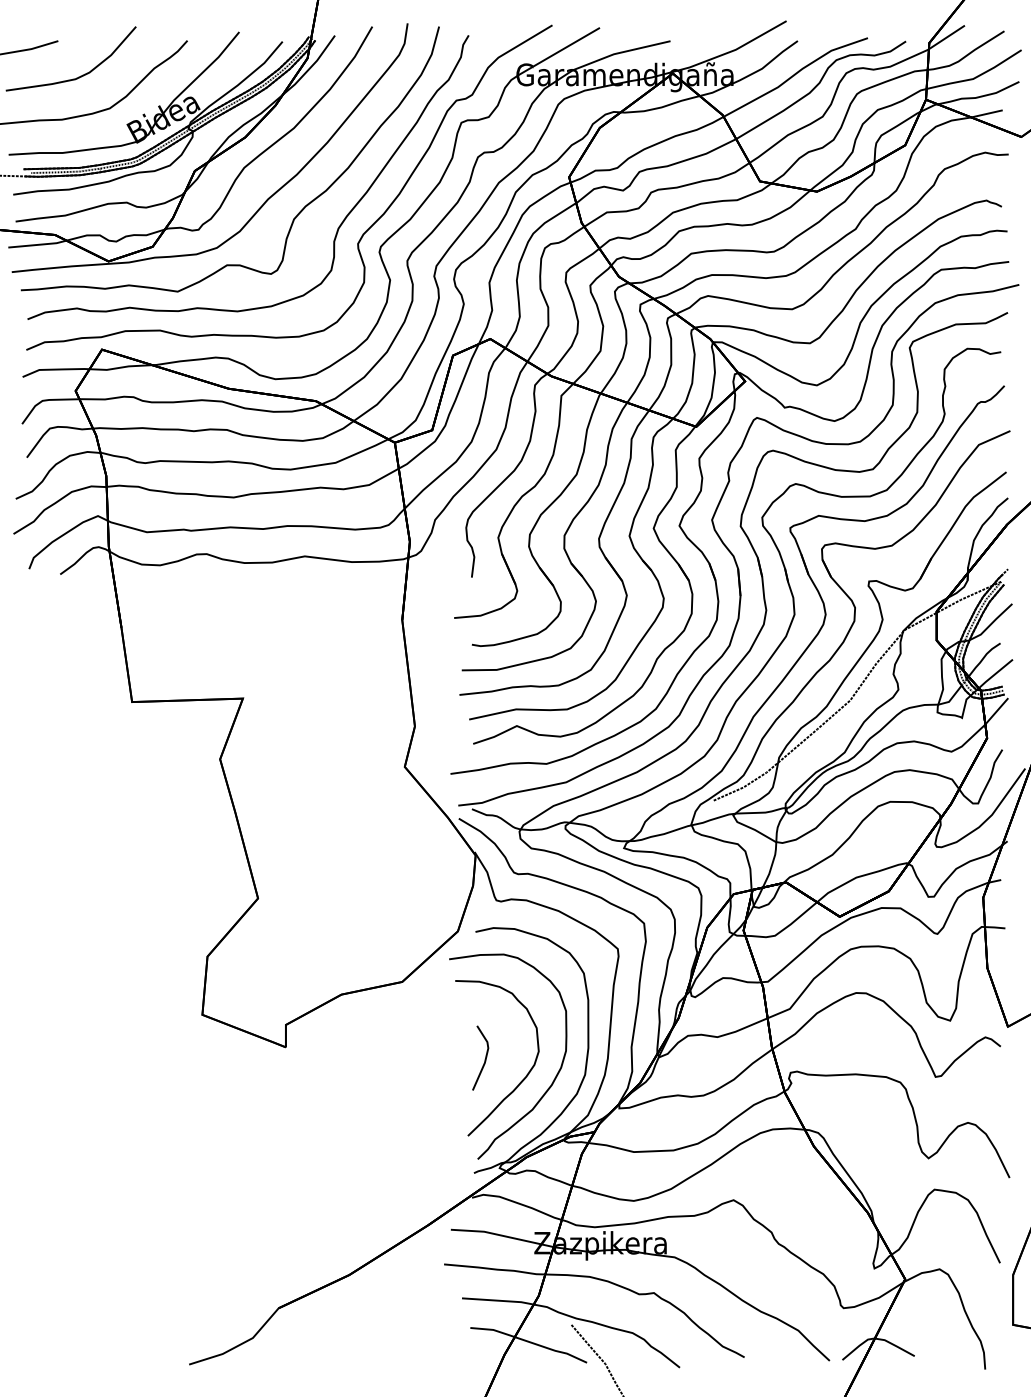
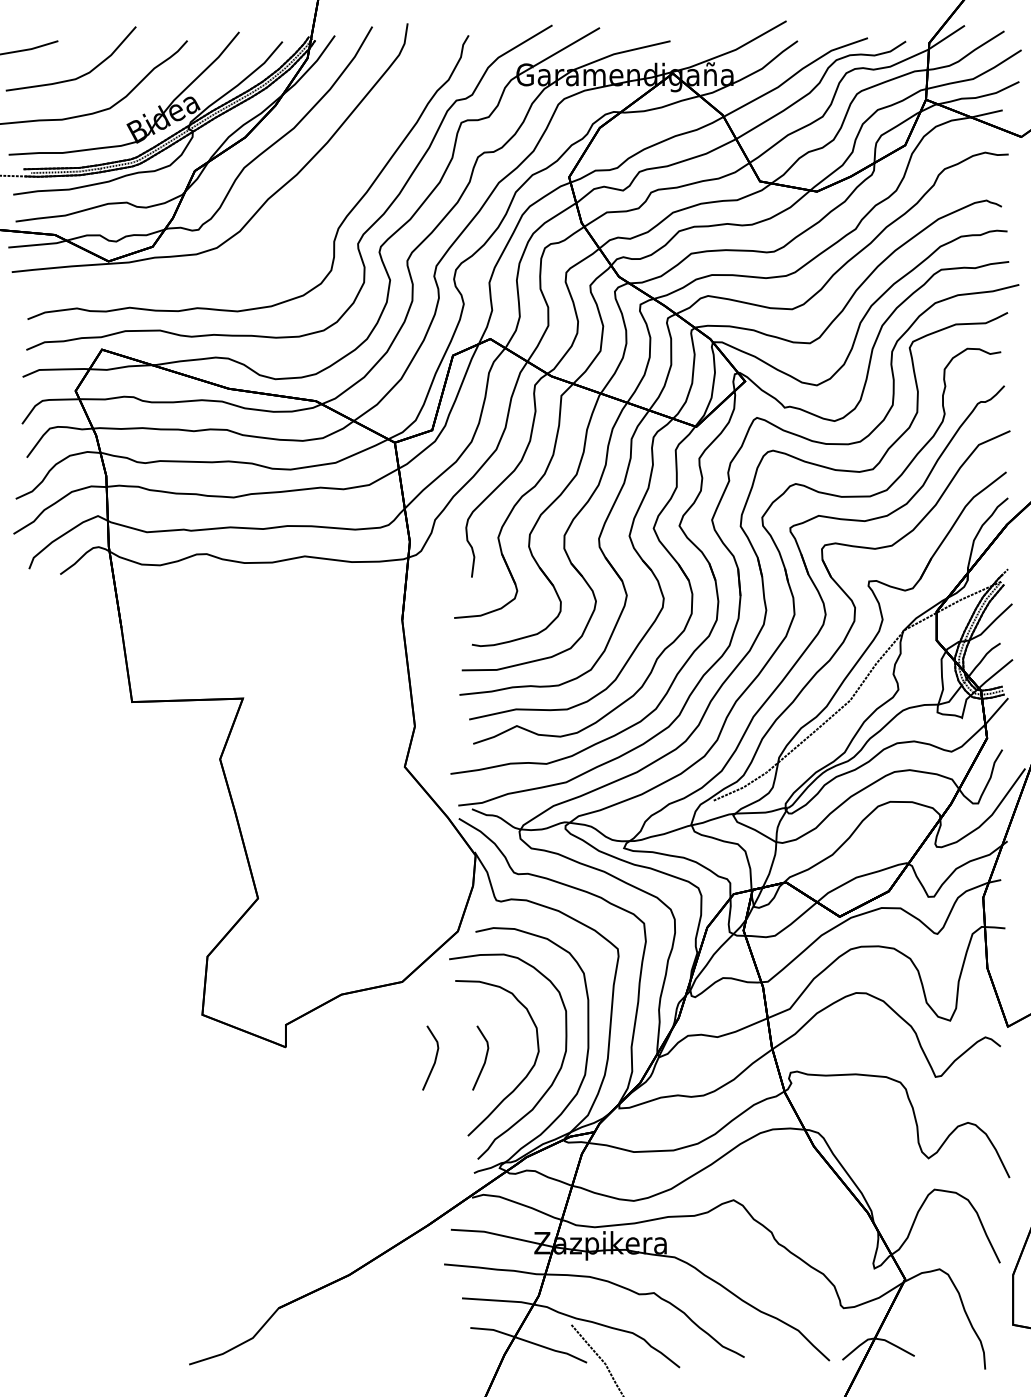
curve at (297, 213): present -> none
line at (434, 1059): none -> present
